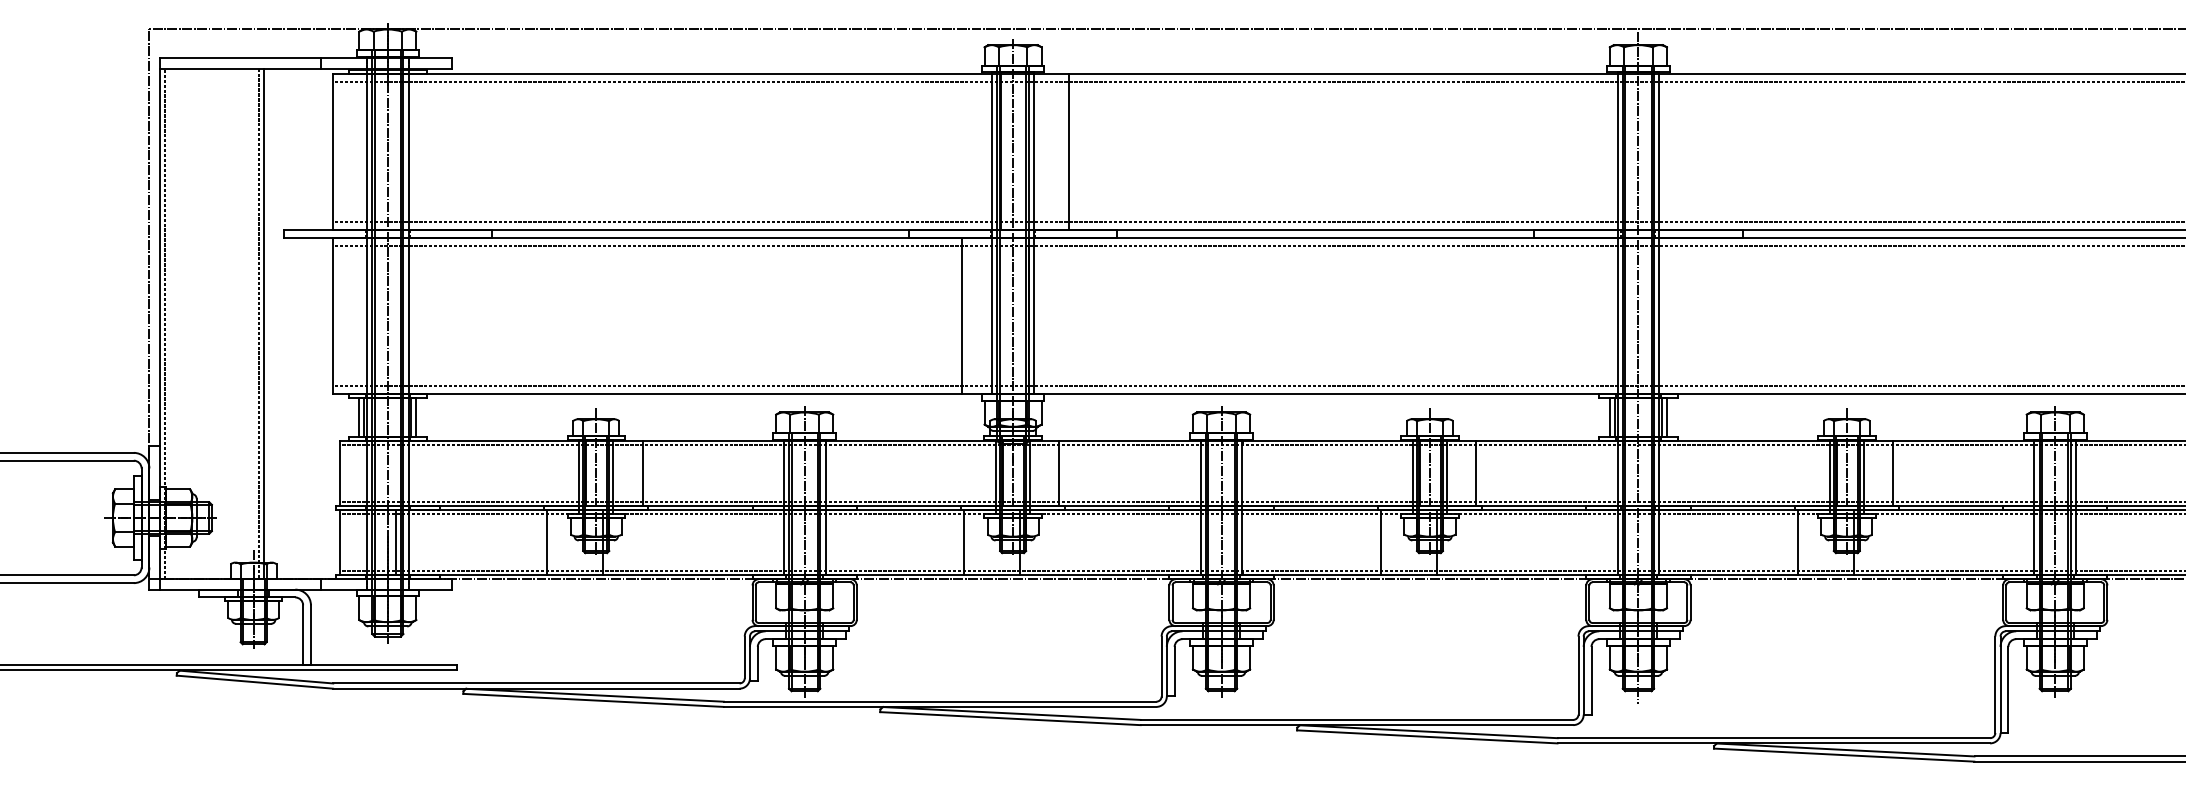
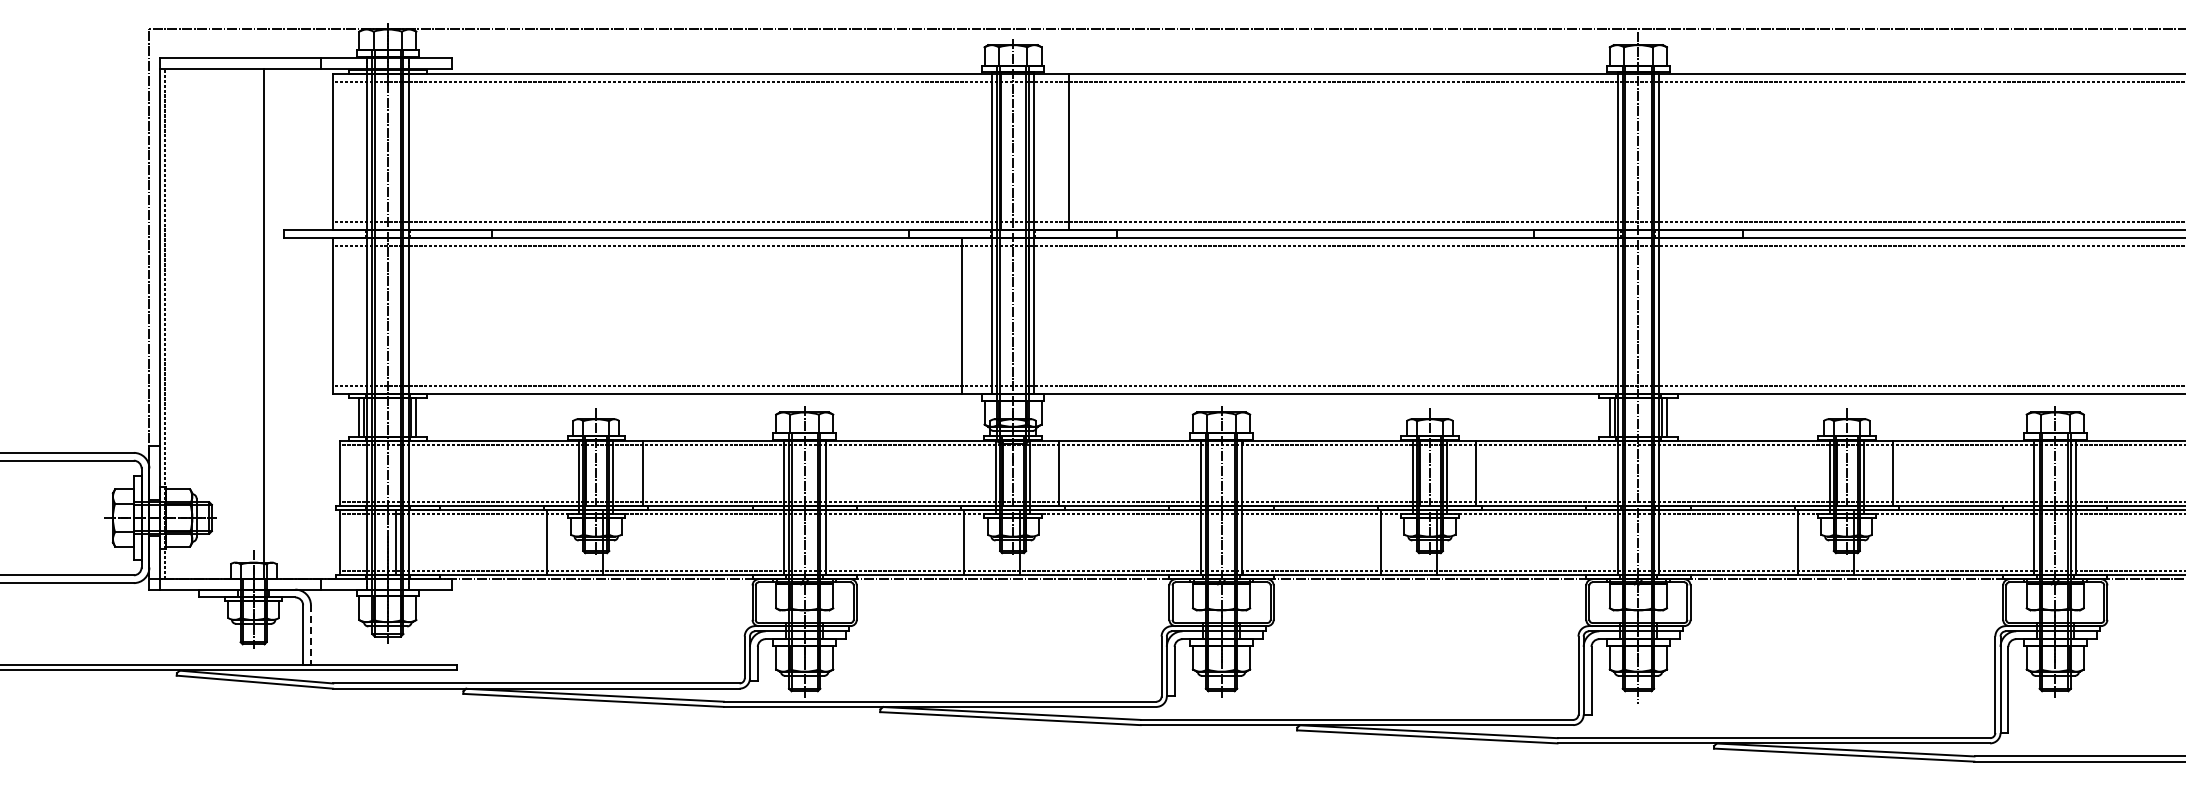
line at (258, 323): present -> none
line at (310, 635): solid -> dashed
